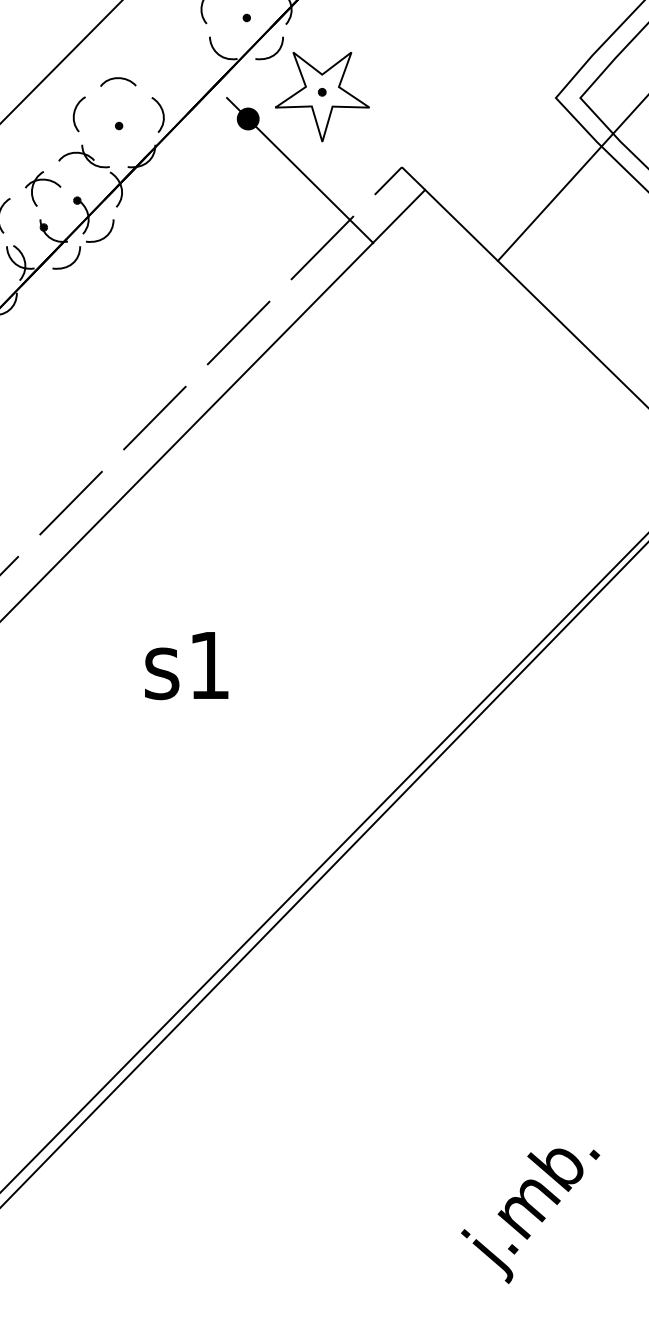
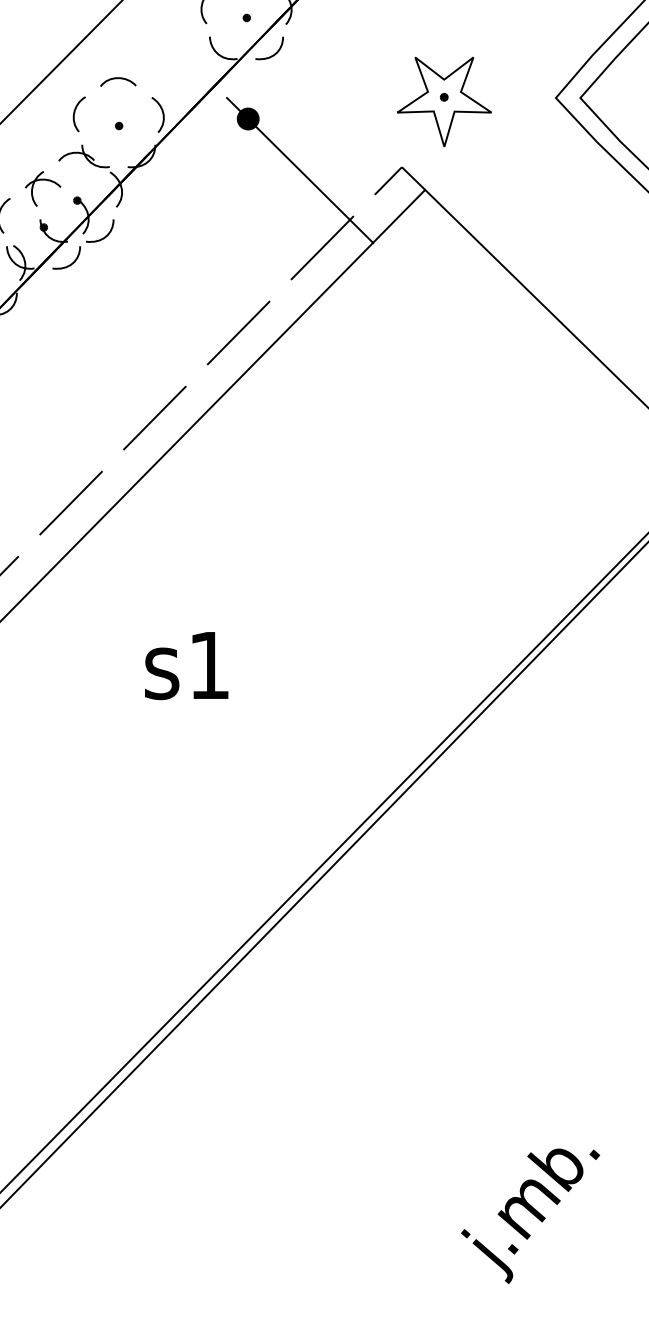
part at (322, 96) position: (322, 96) -> (444, 101)
line at (571, 178): present -> none
